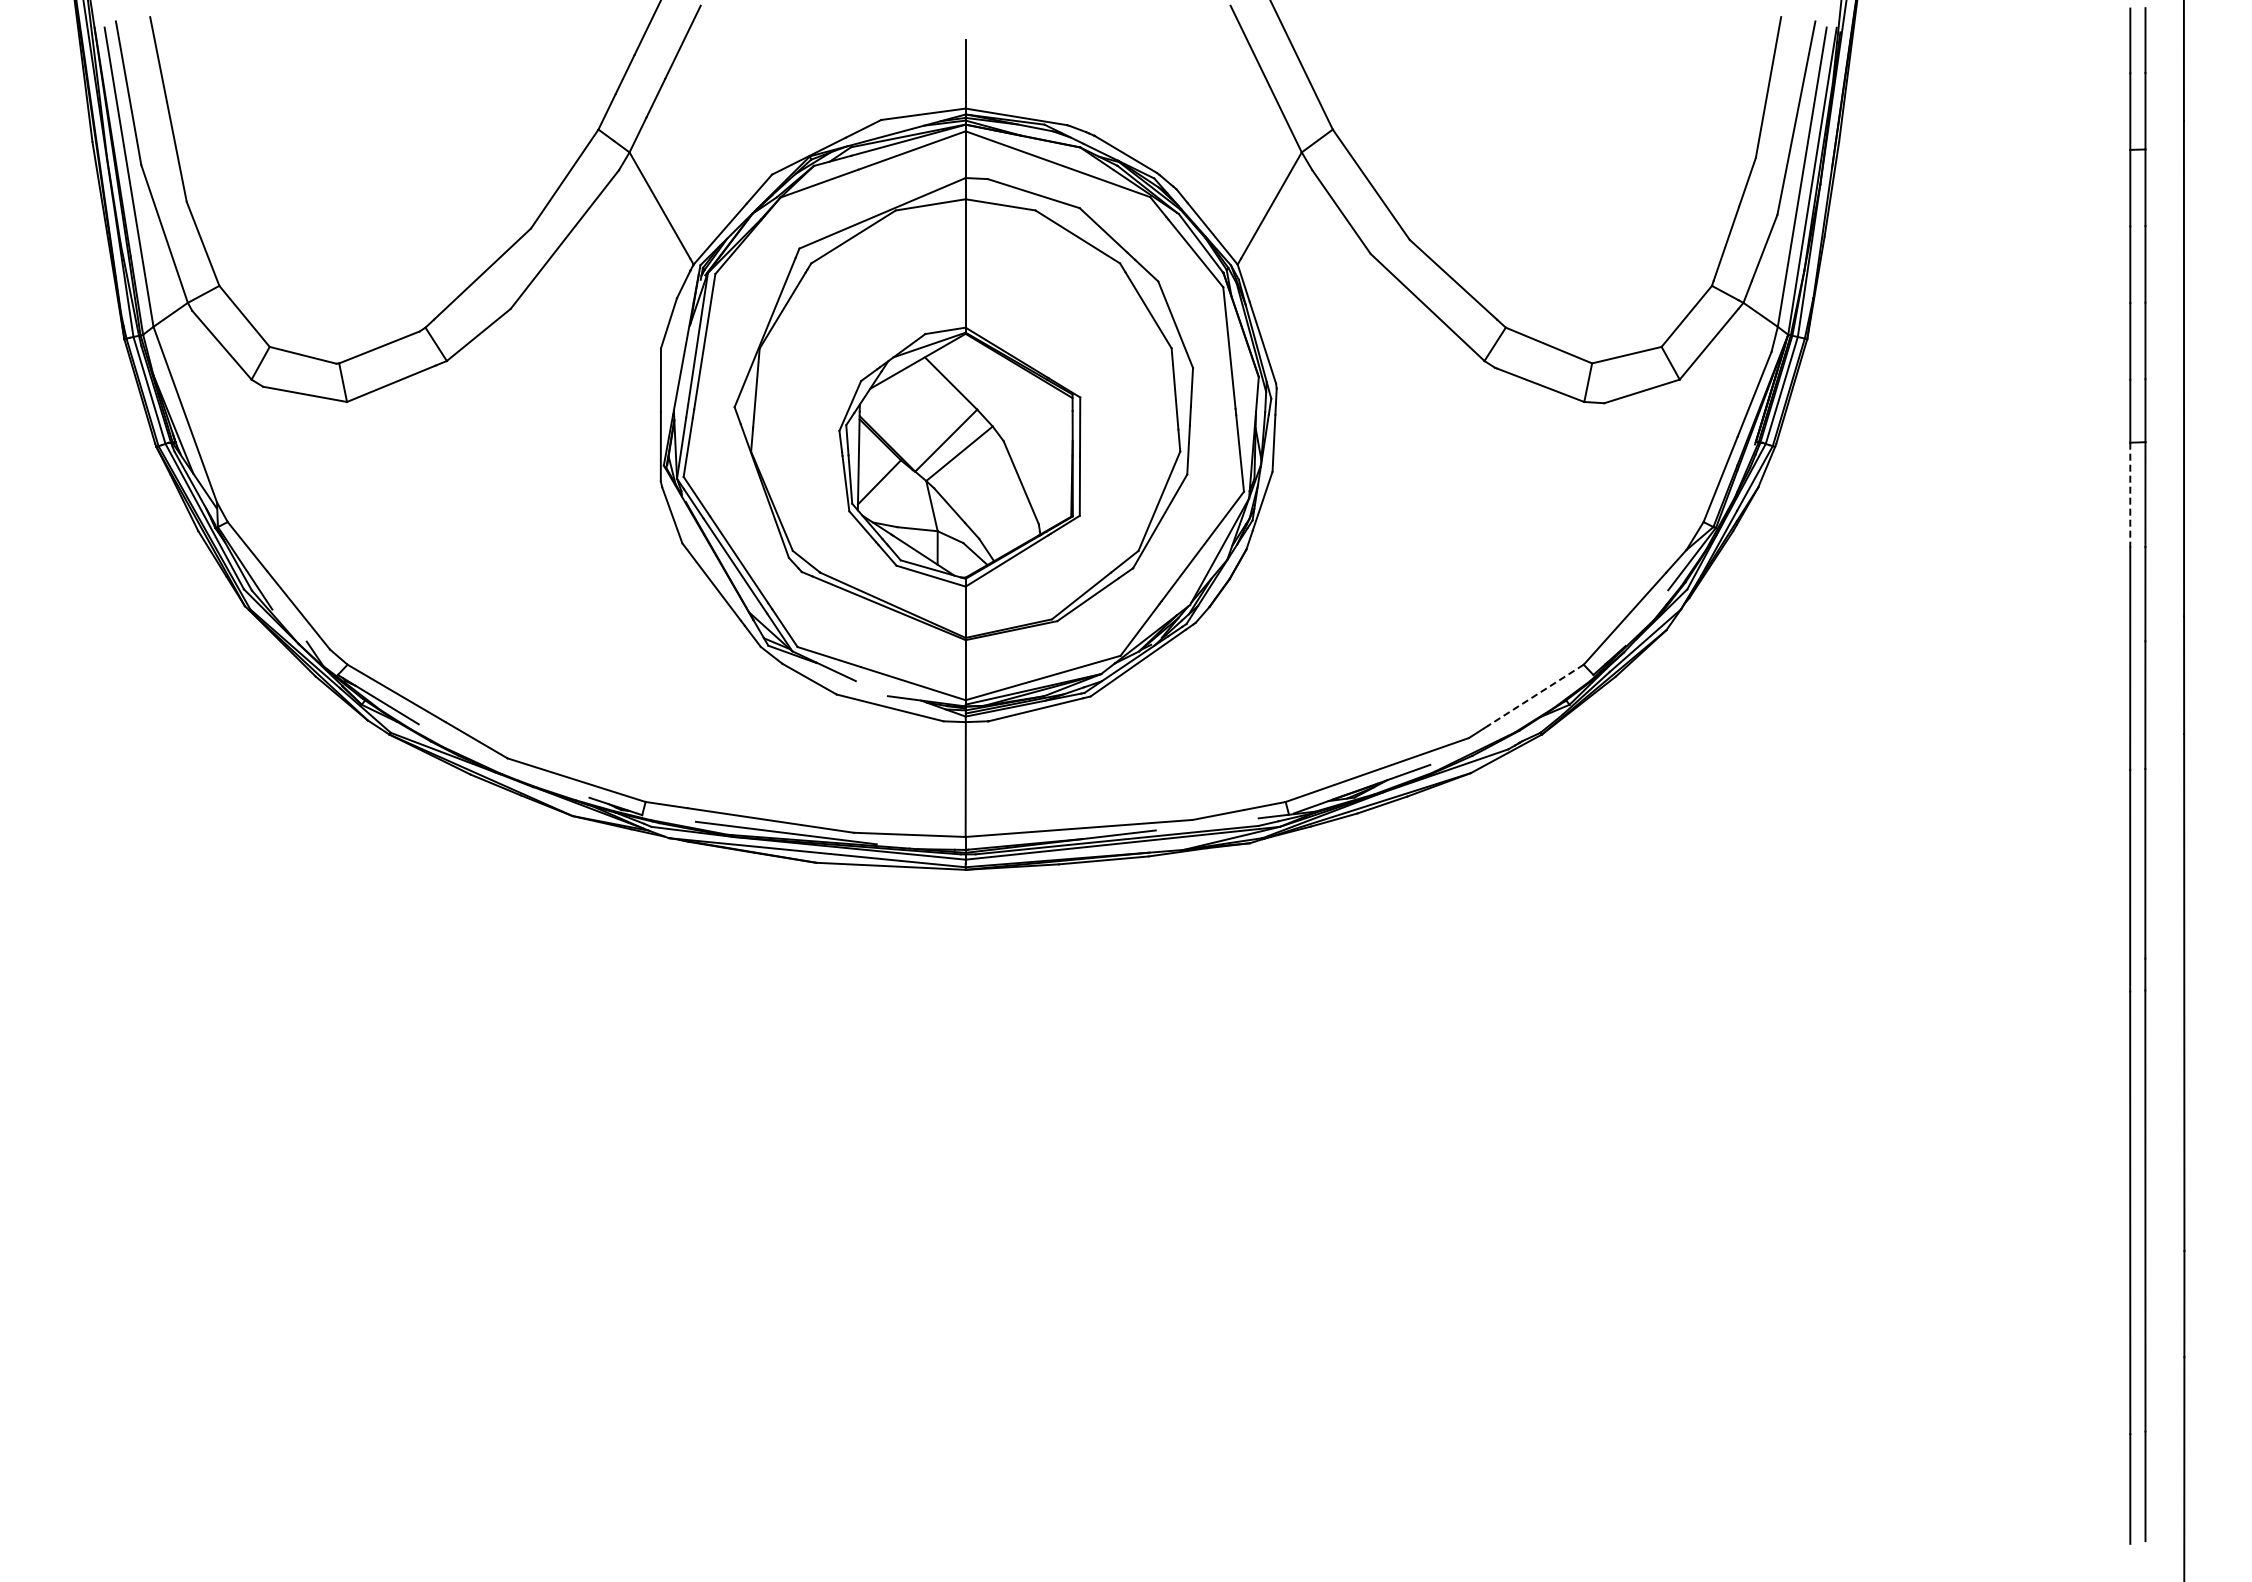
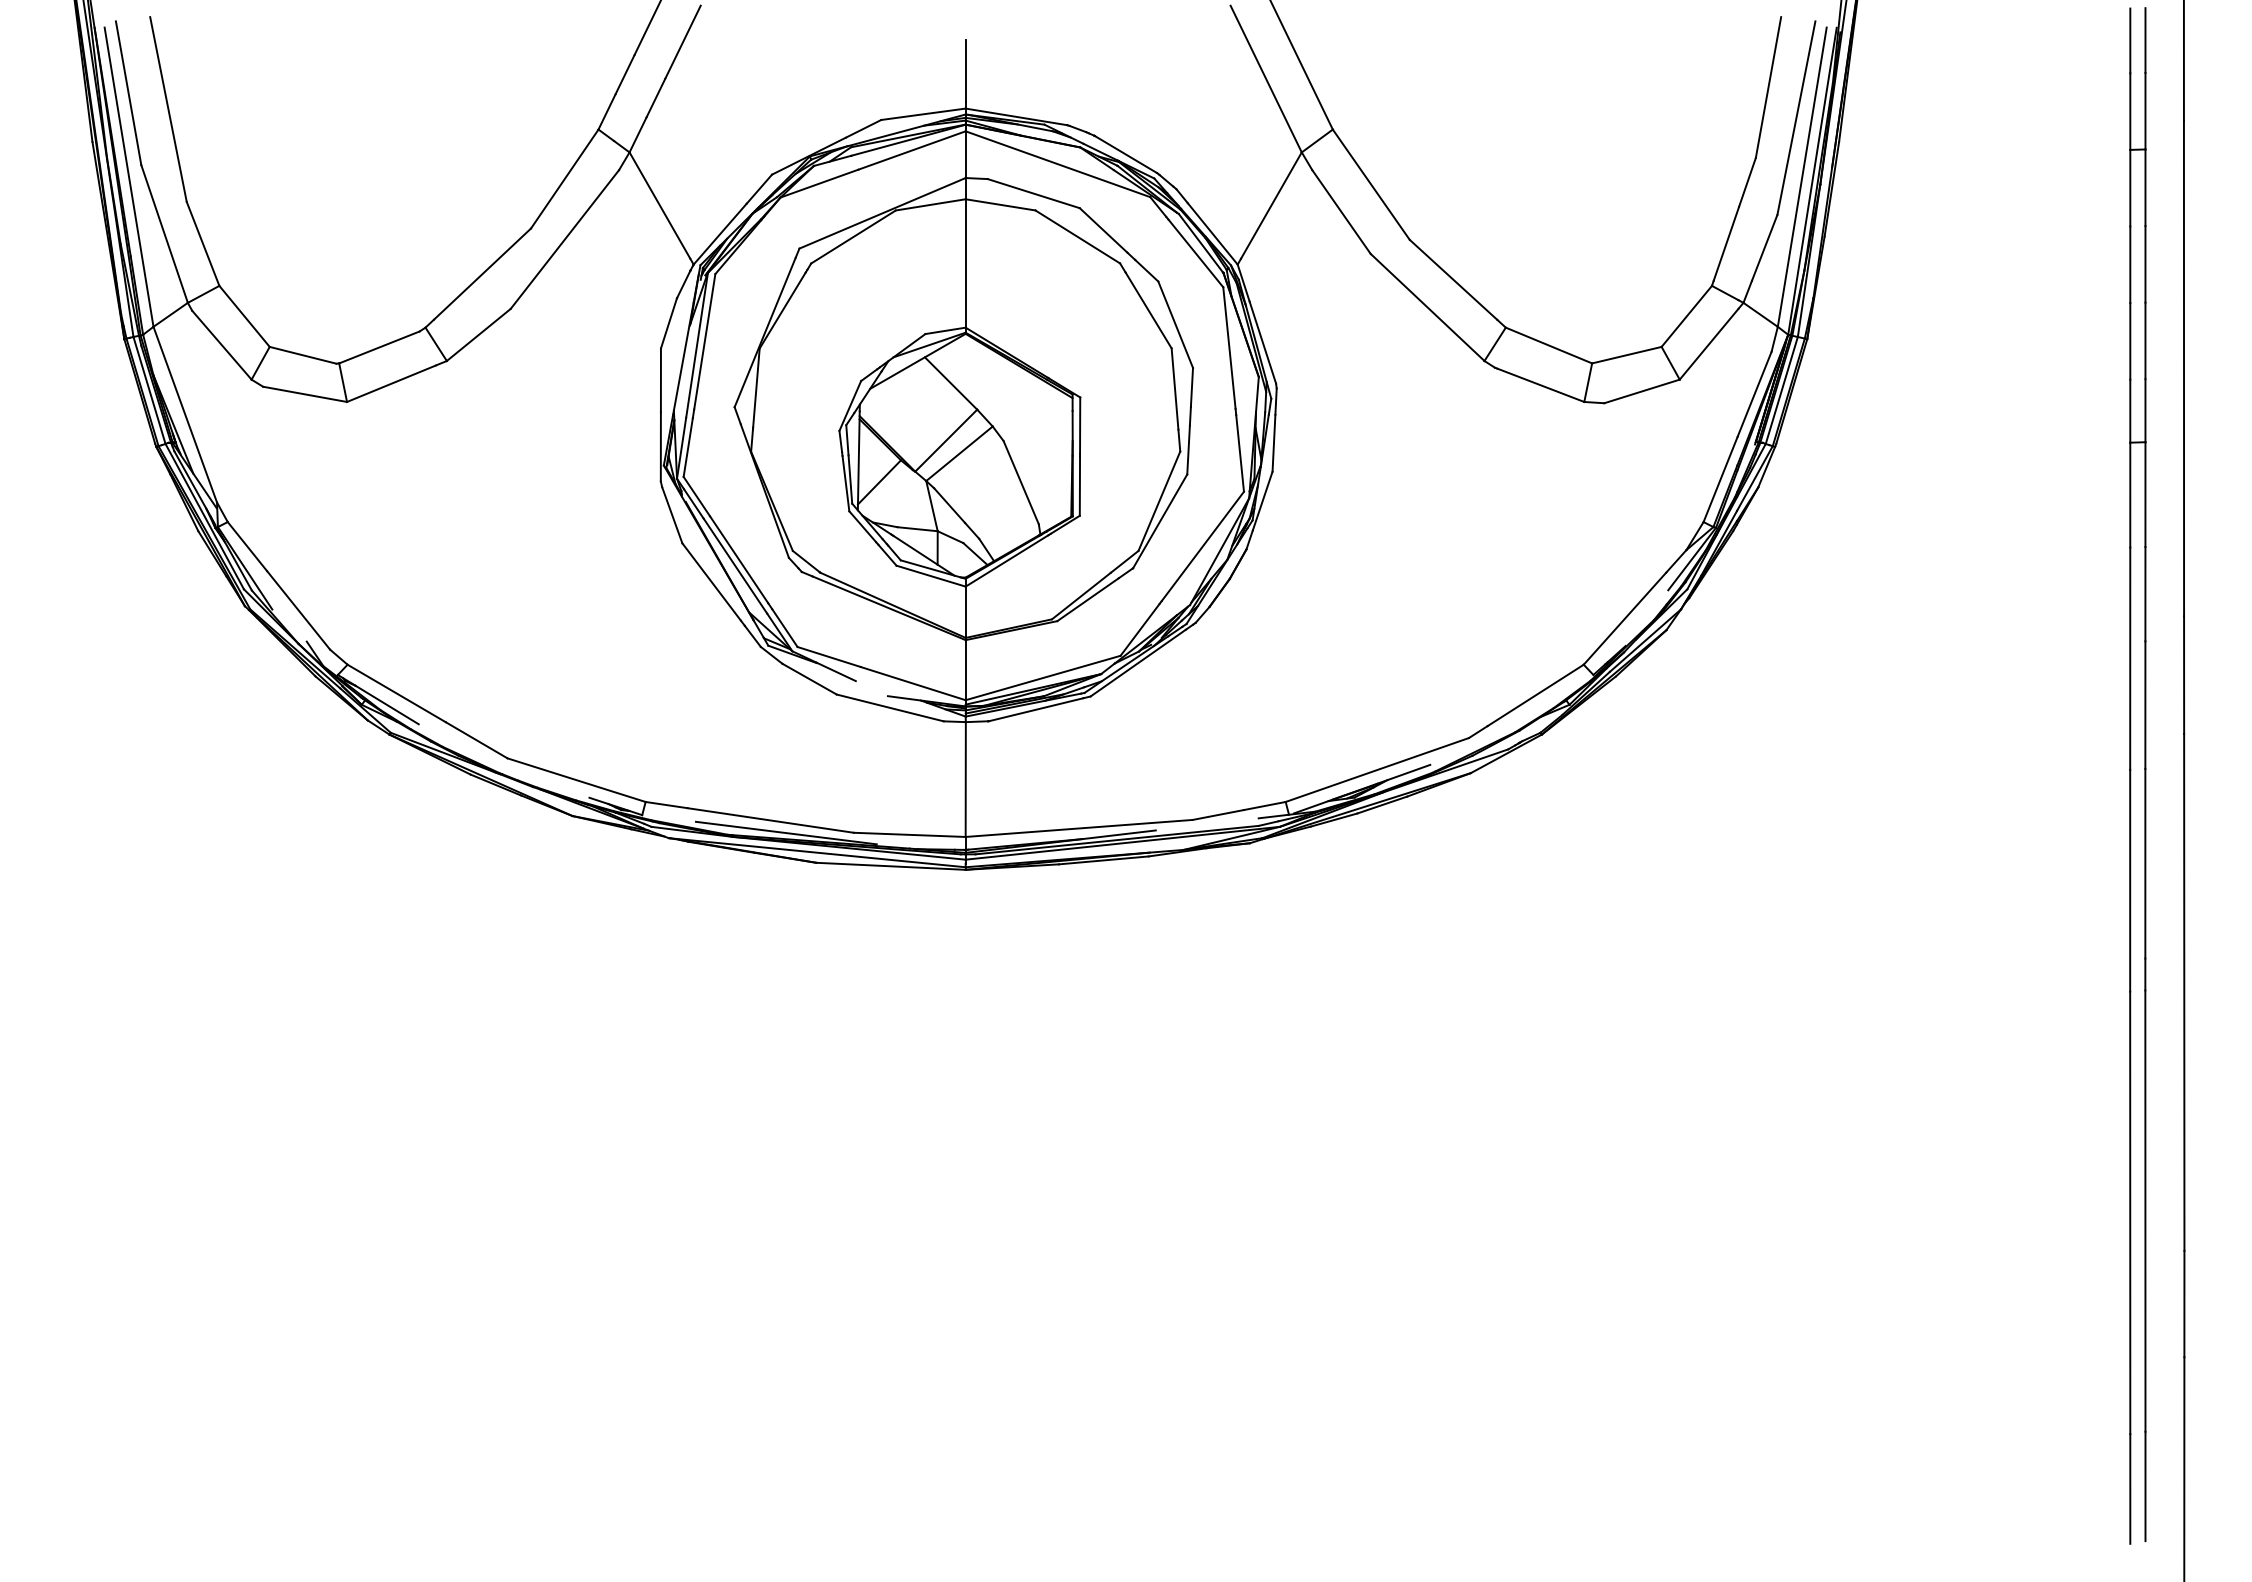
line at (2130, 495): dashed -> solid
line at (1535, 695): dashed -> solid
